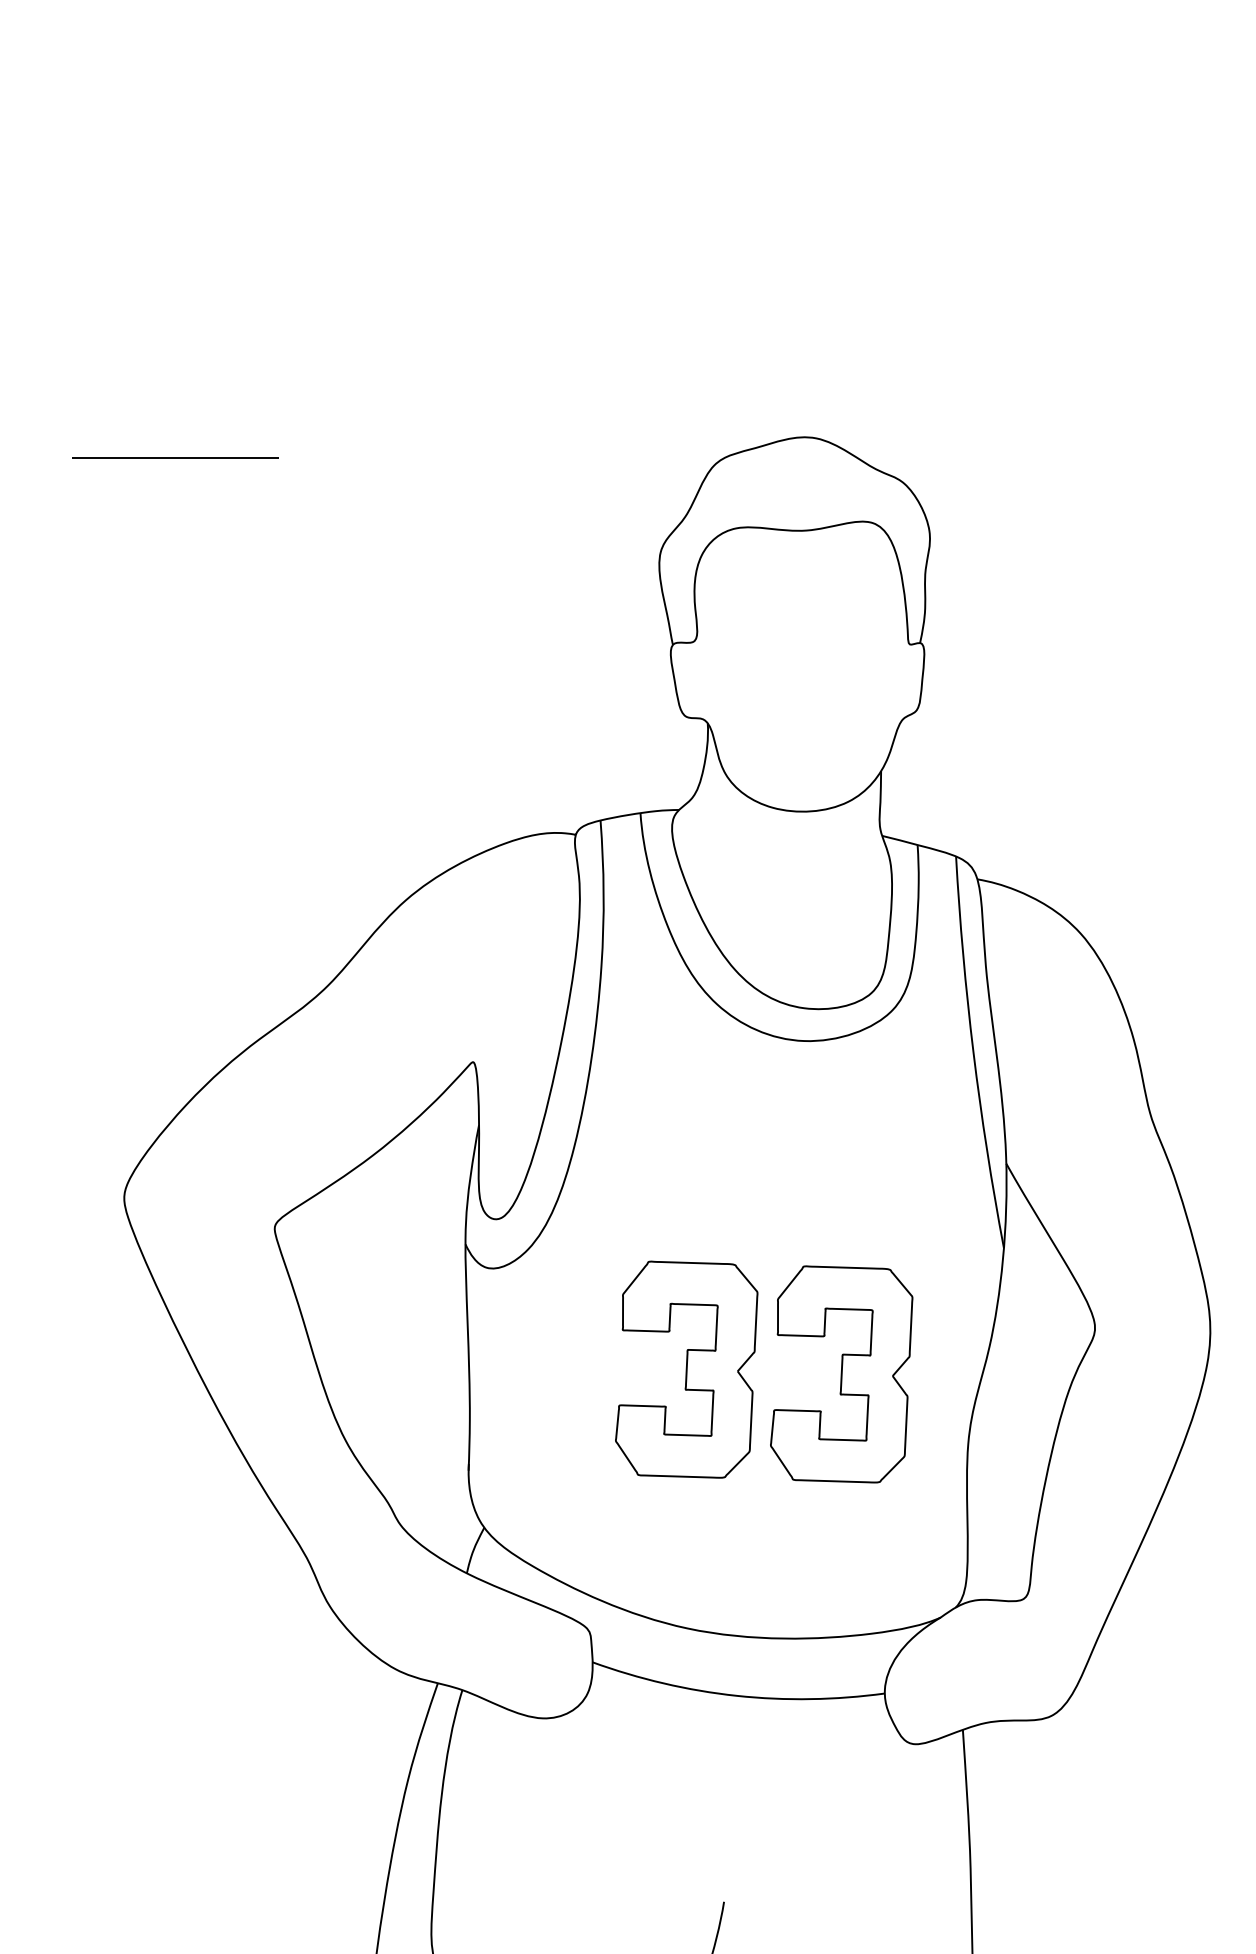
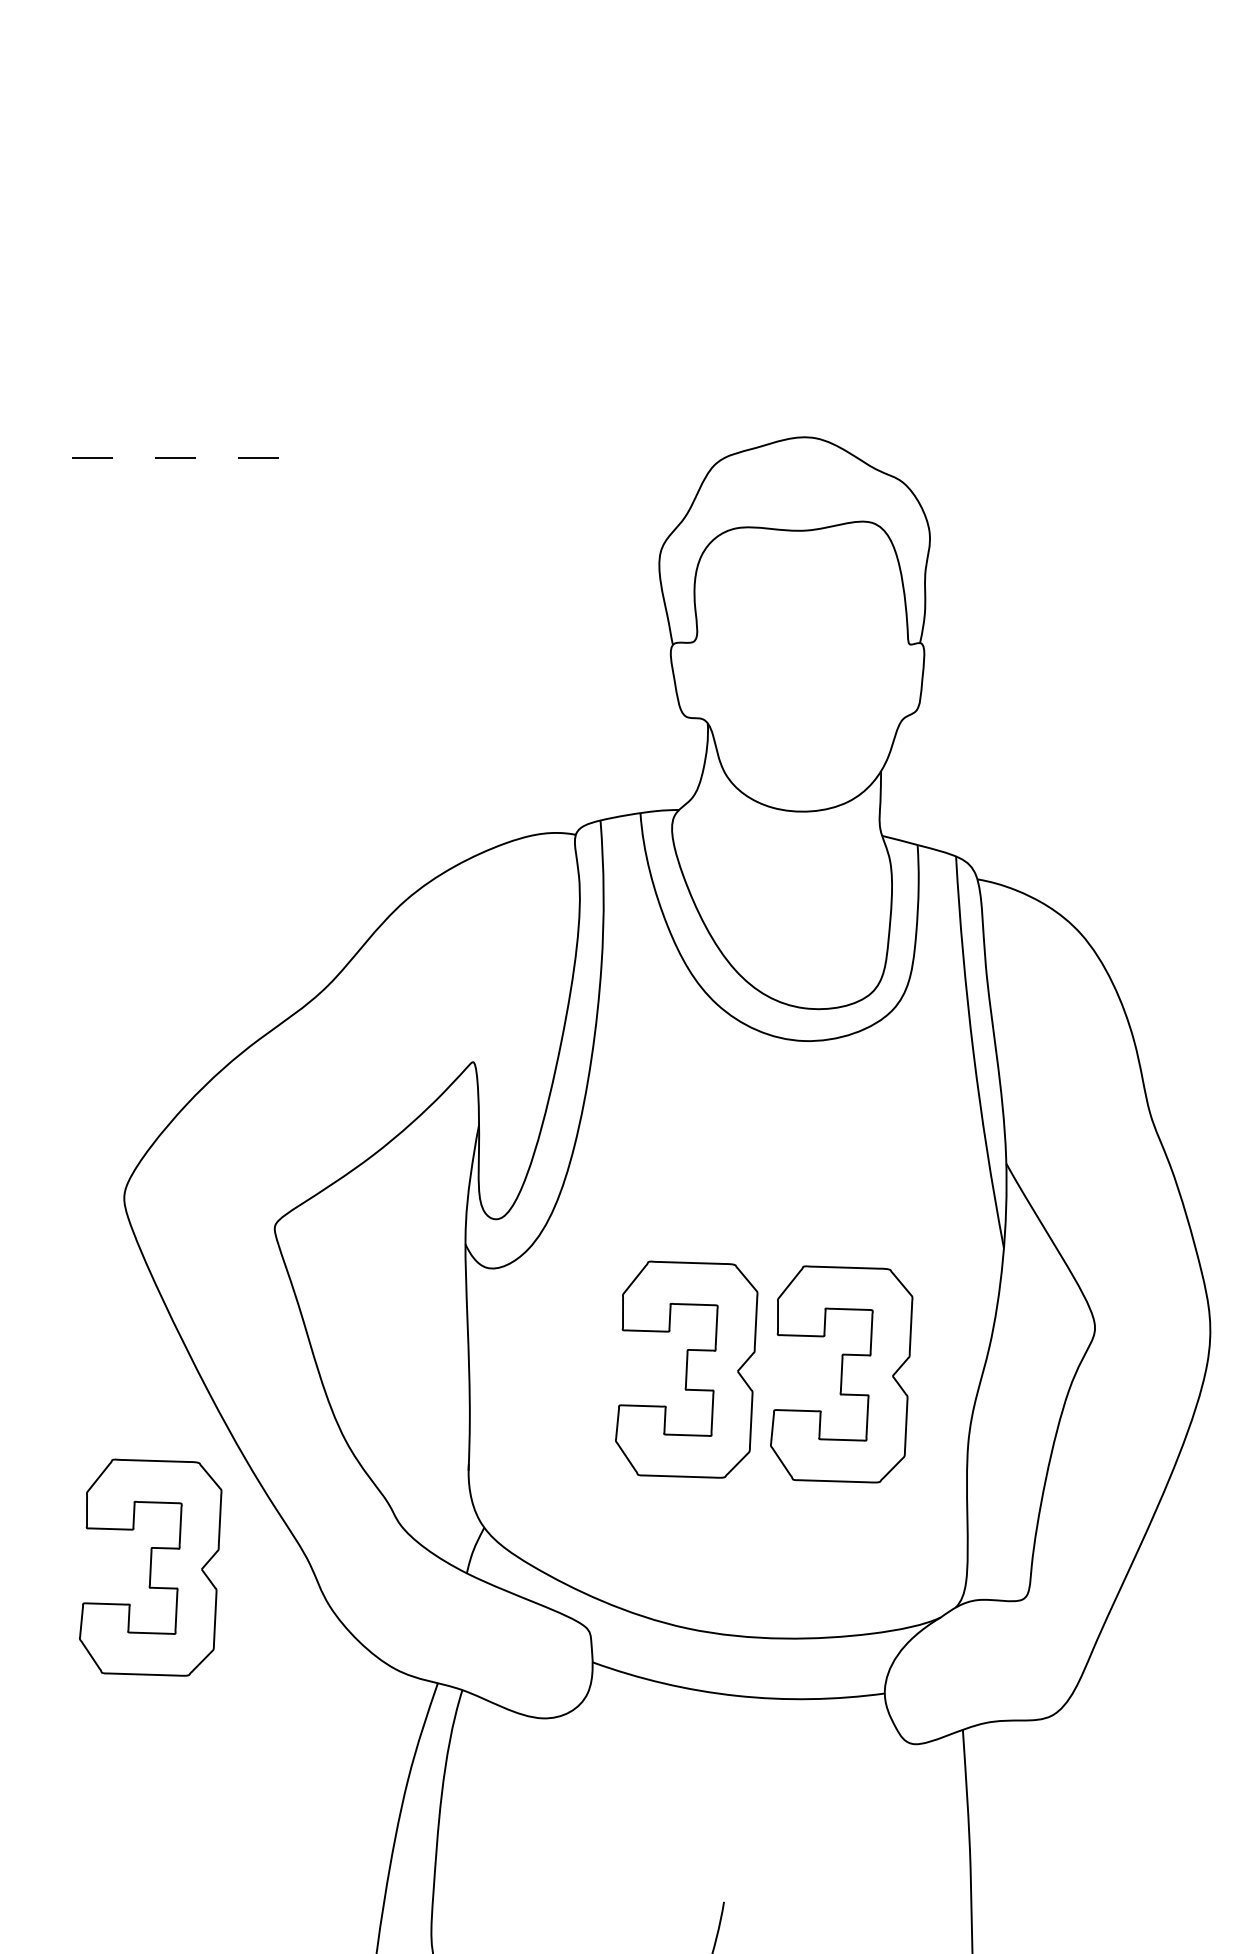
line at (175, 458): solid -> dashed
part at (150, 1567): none -> present
